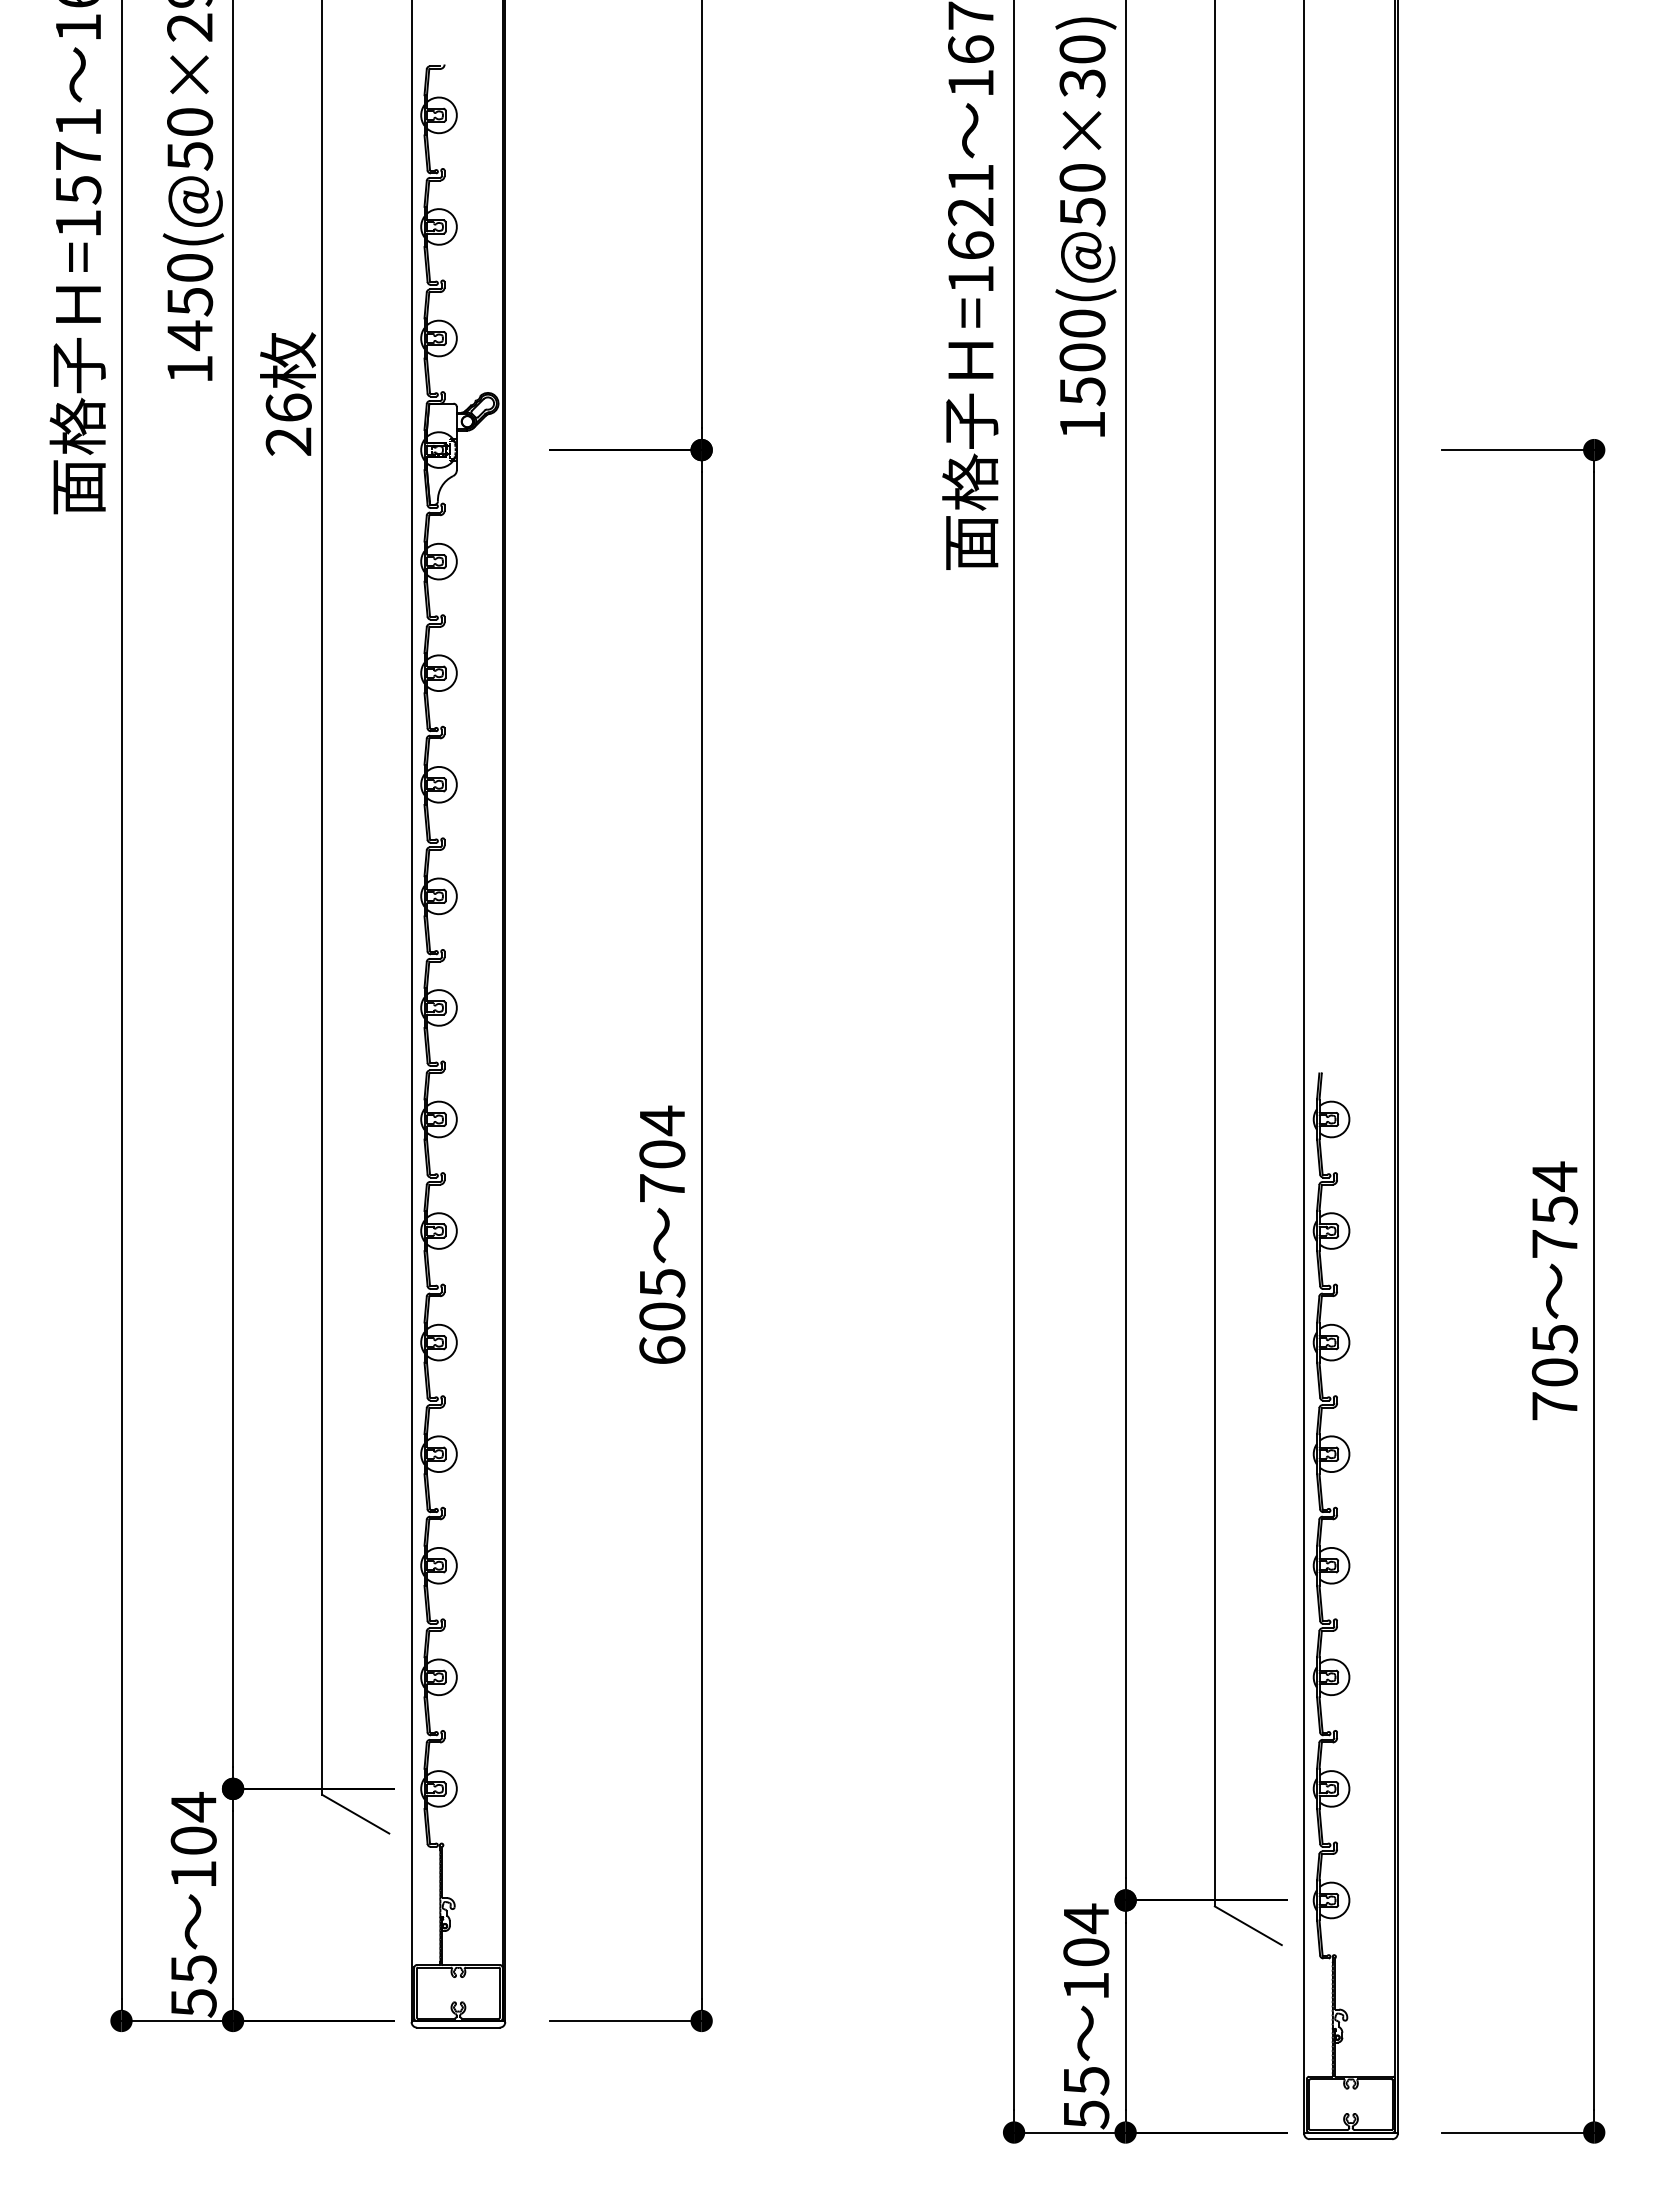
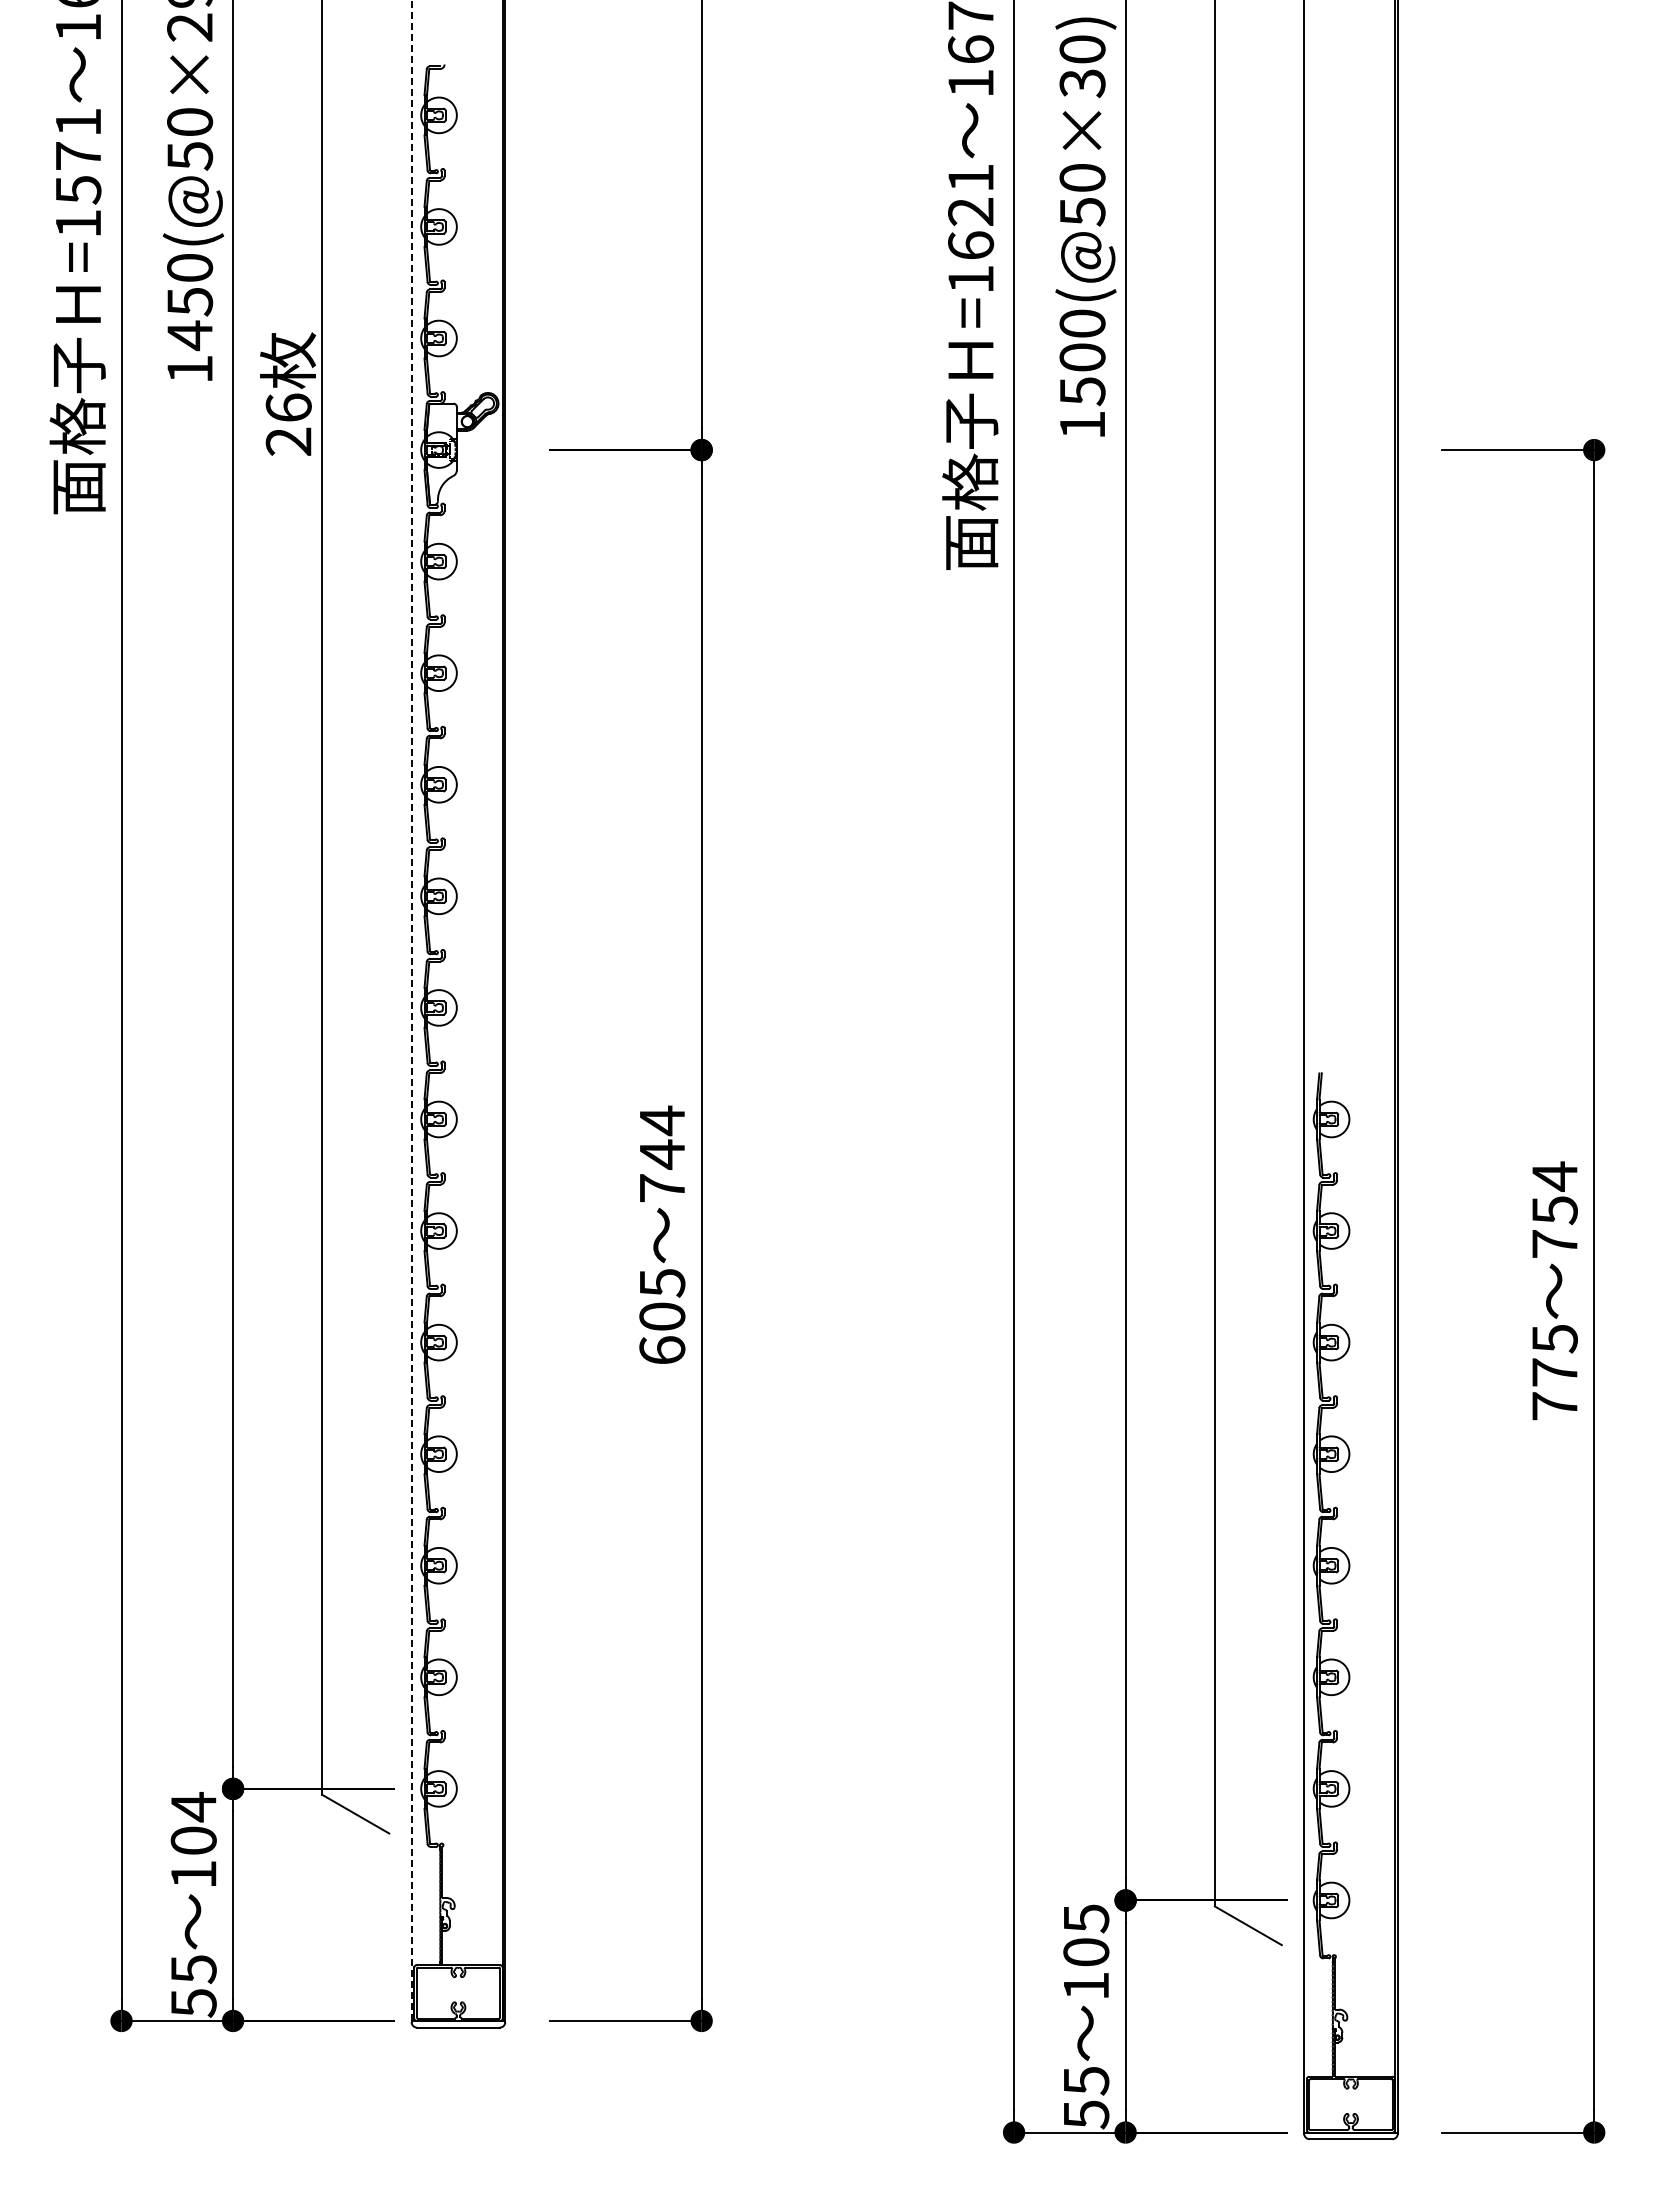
line at (411, 1011): solid -> dashed
text at (662, 1154): 704 -> 744
text at (1554, 1372): 705 -> 775
text at (1086, 1918): 104 -> 105
